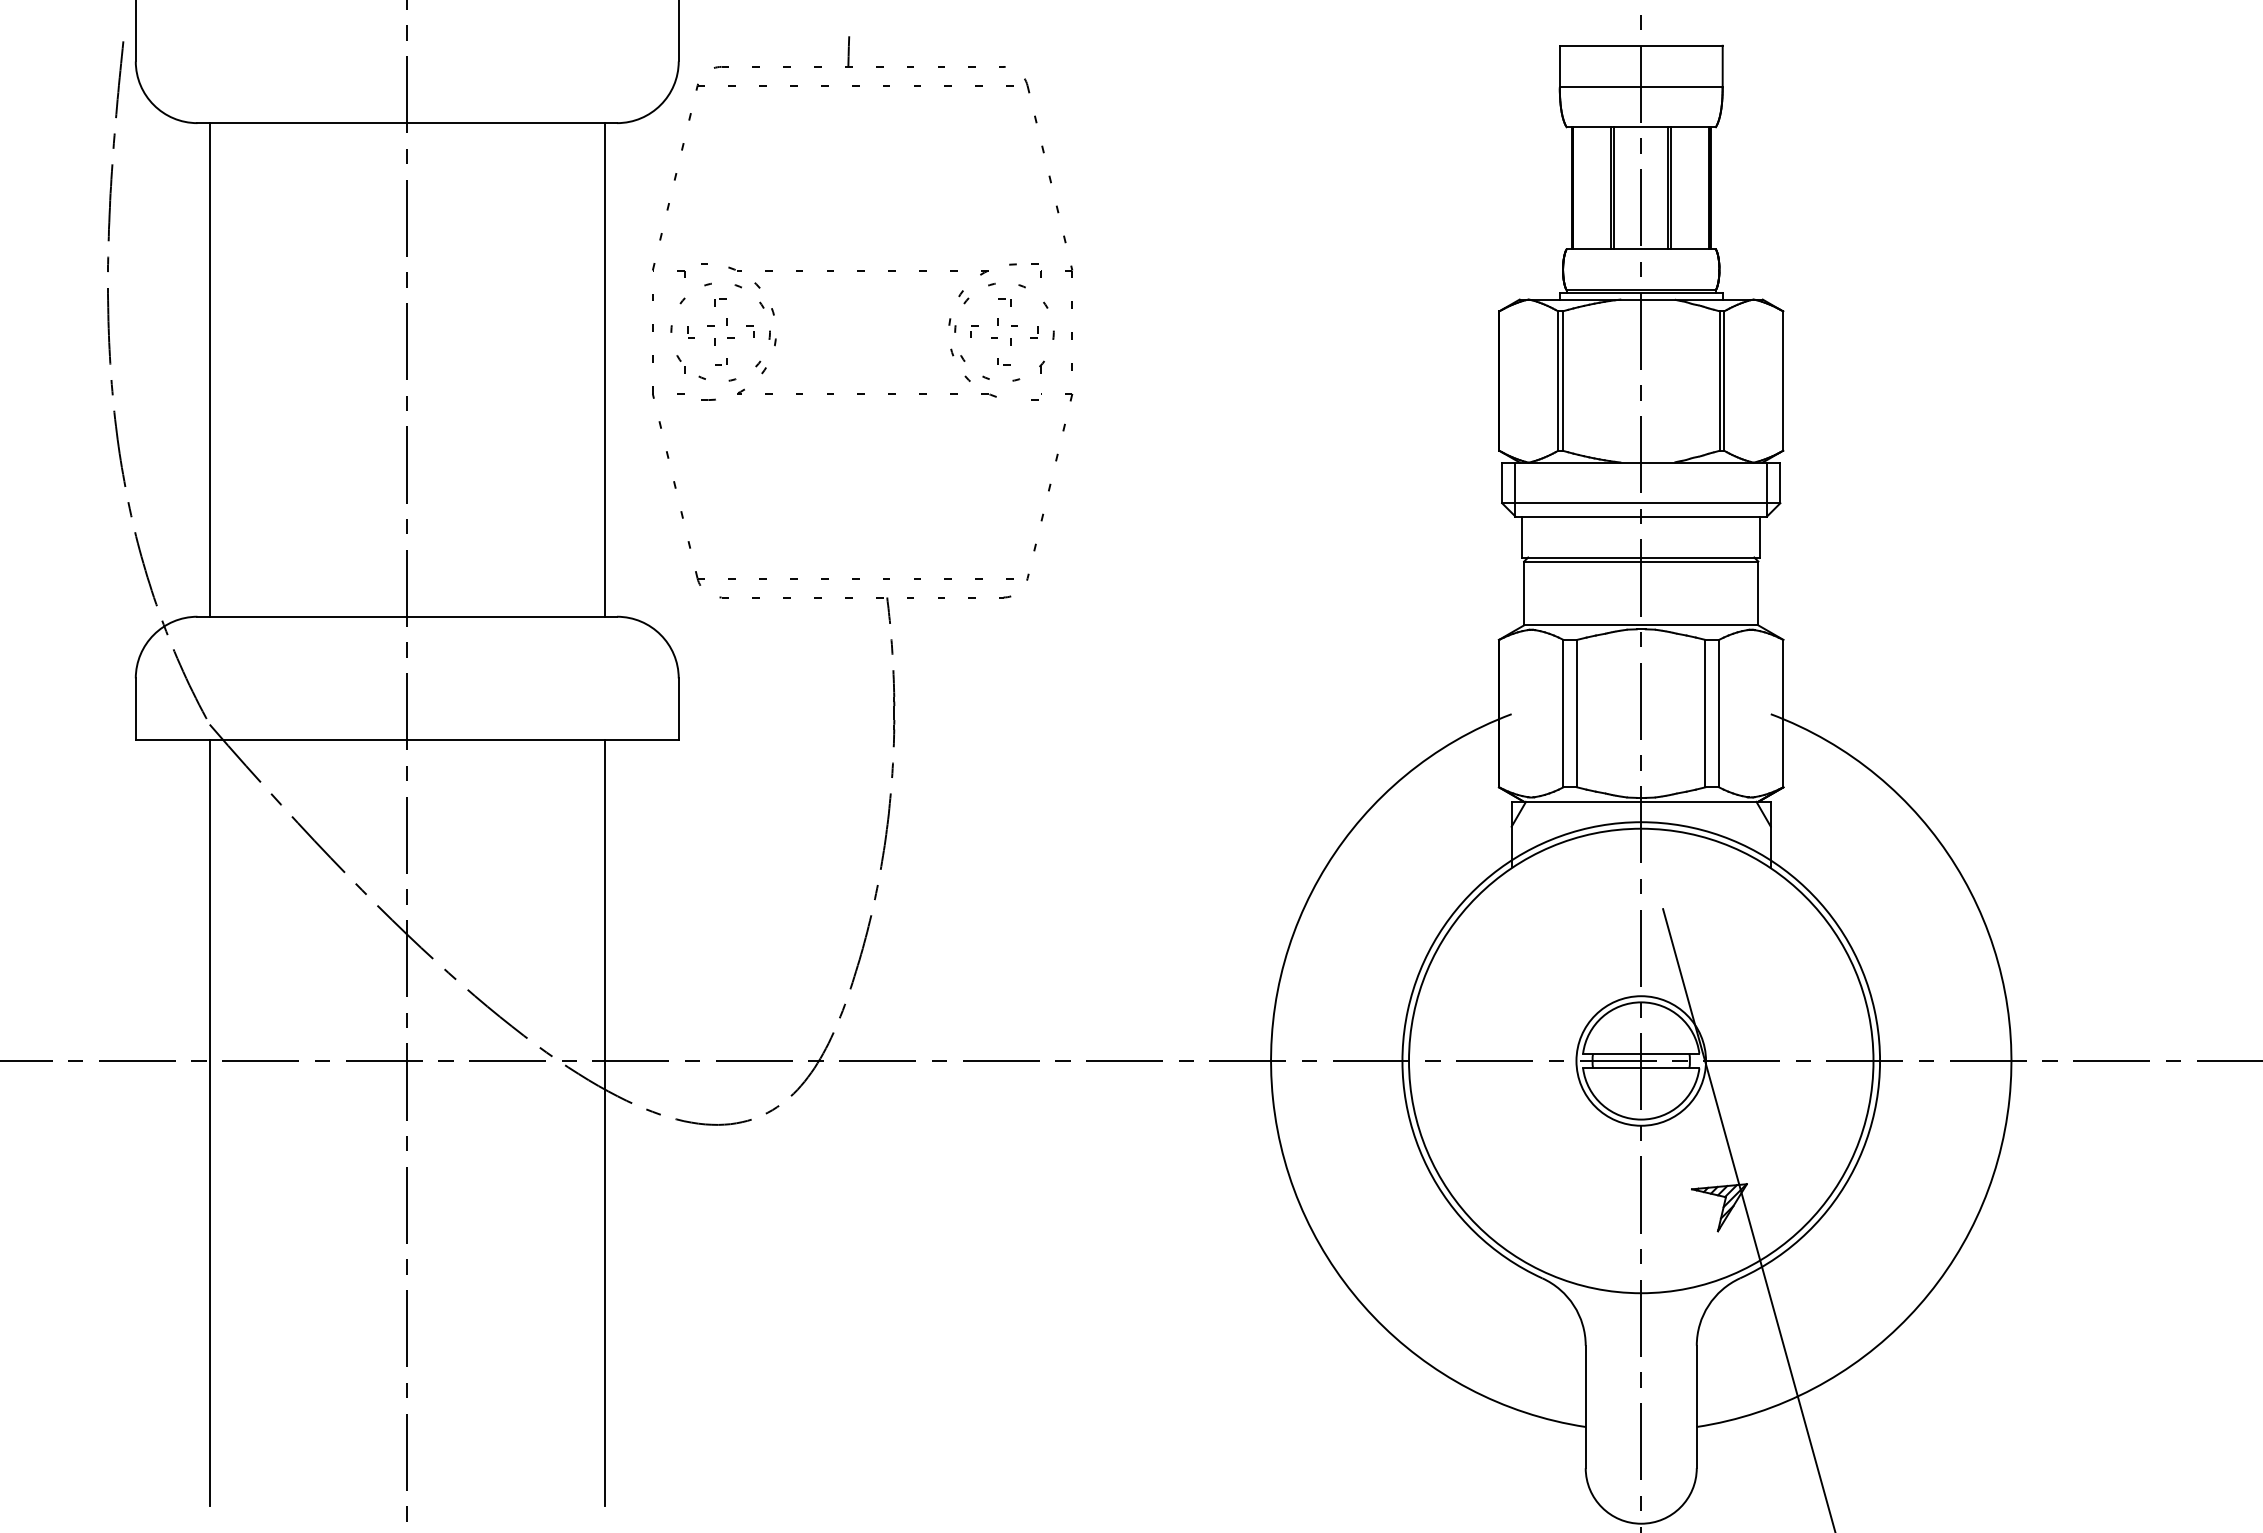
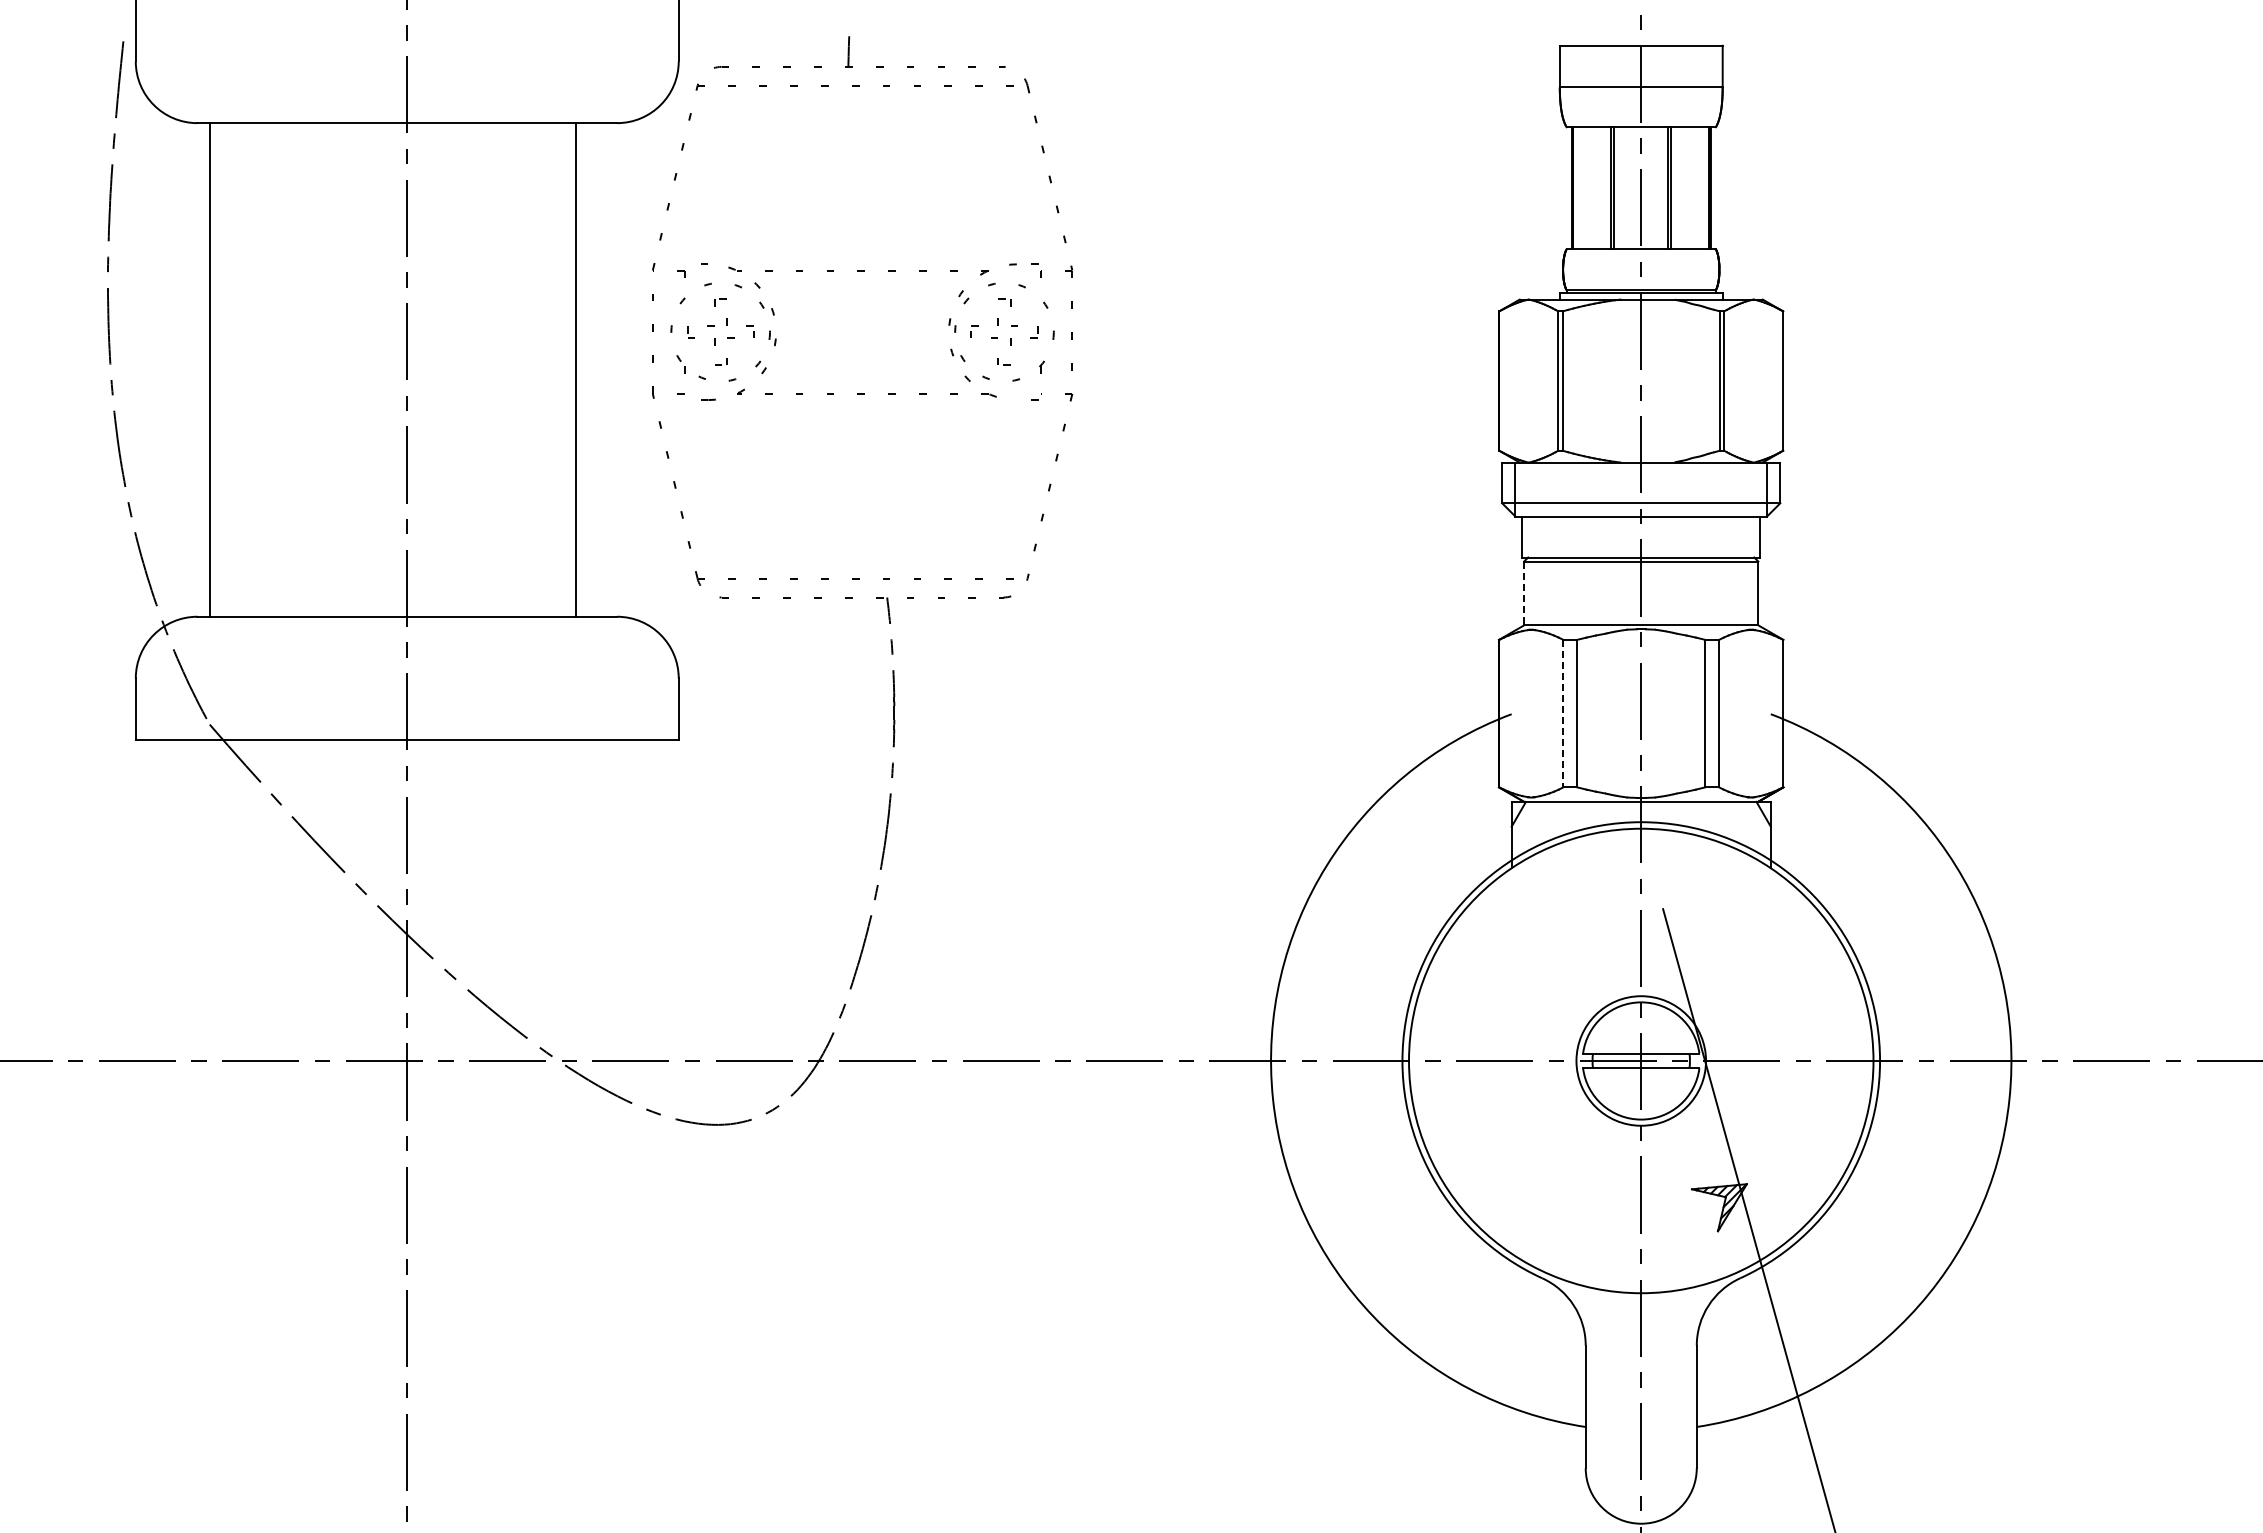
line at (604, 369) position: (604, 369) -> (575, 369)
line at (1524, 593): solid -> dashed
line at (1563, 713): solid -> dashed
line at (209, 1123): present -> none
line at (604, 1123): present -> none
